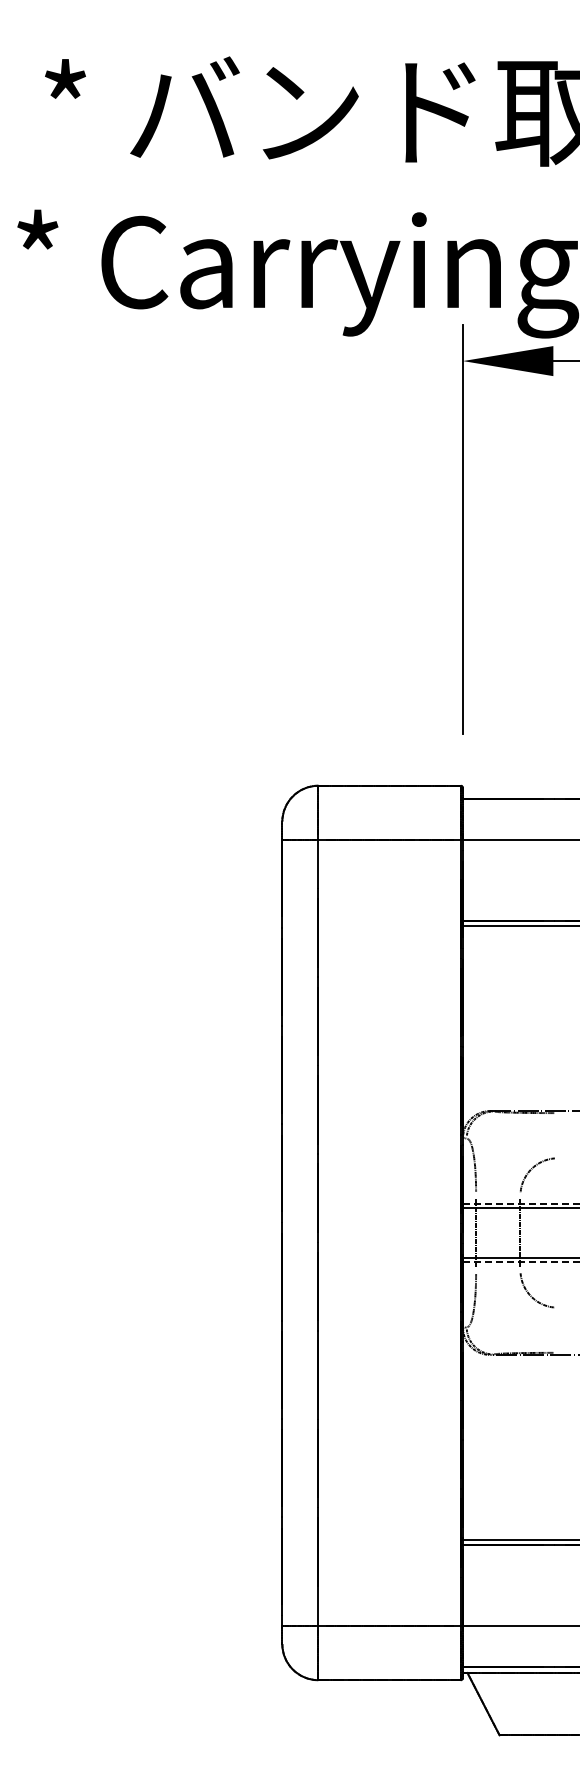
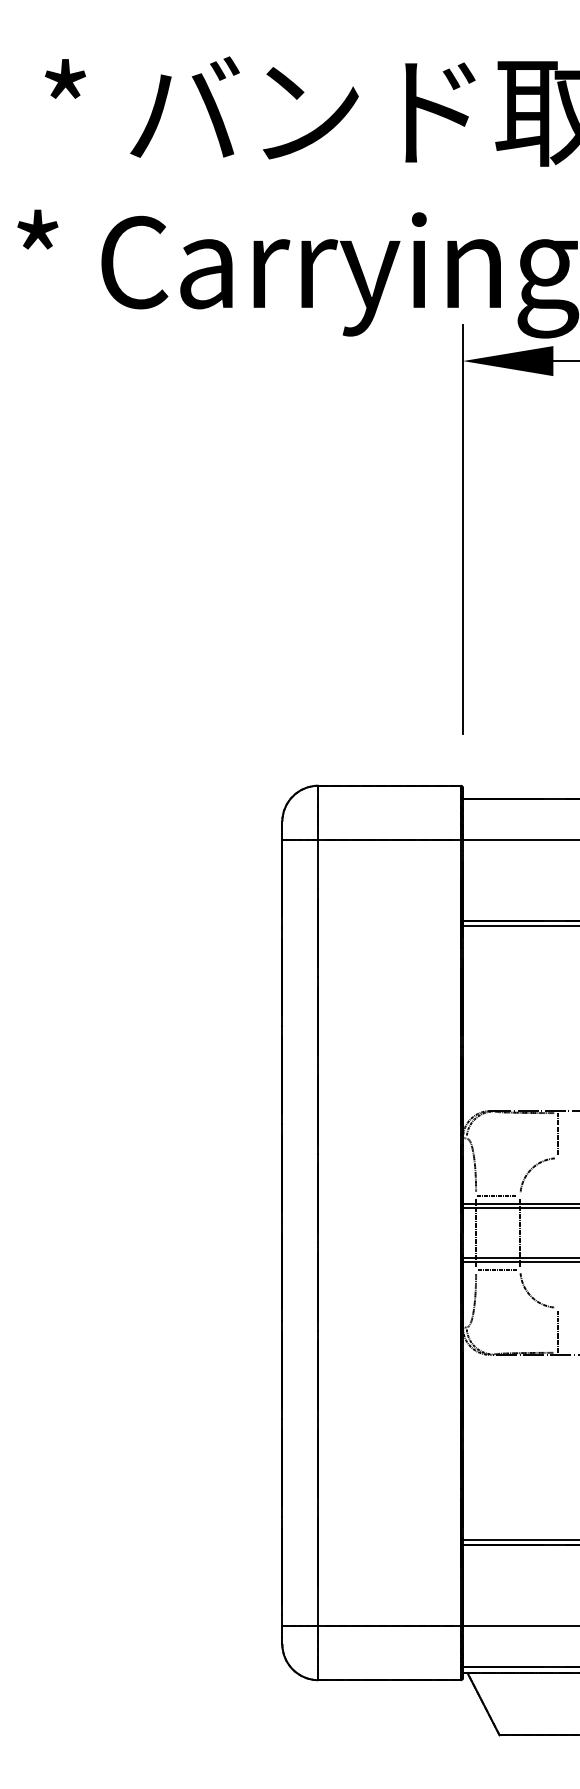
line at (557, 1133): none -> present
line at (496, 1195): none -> present
line at (521, 1203): dashed -> solid
line at (521, 1262): dashed -> solid
line at (496, 1270): none -> present
line at (557, 1331): none -> present
